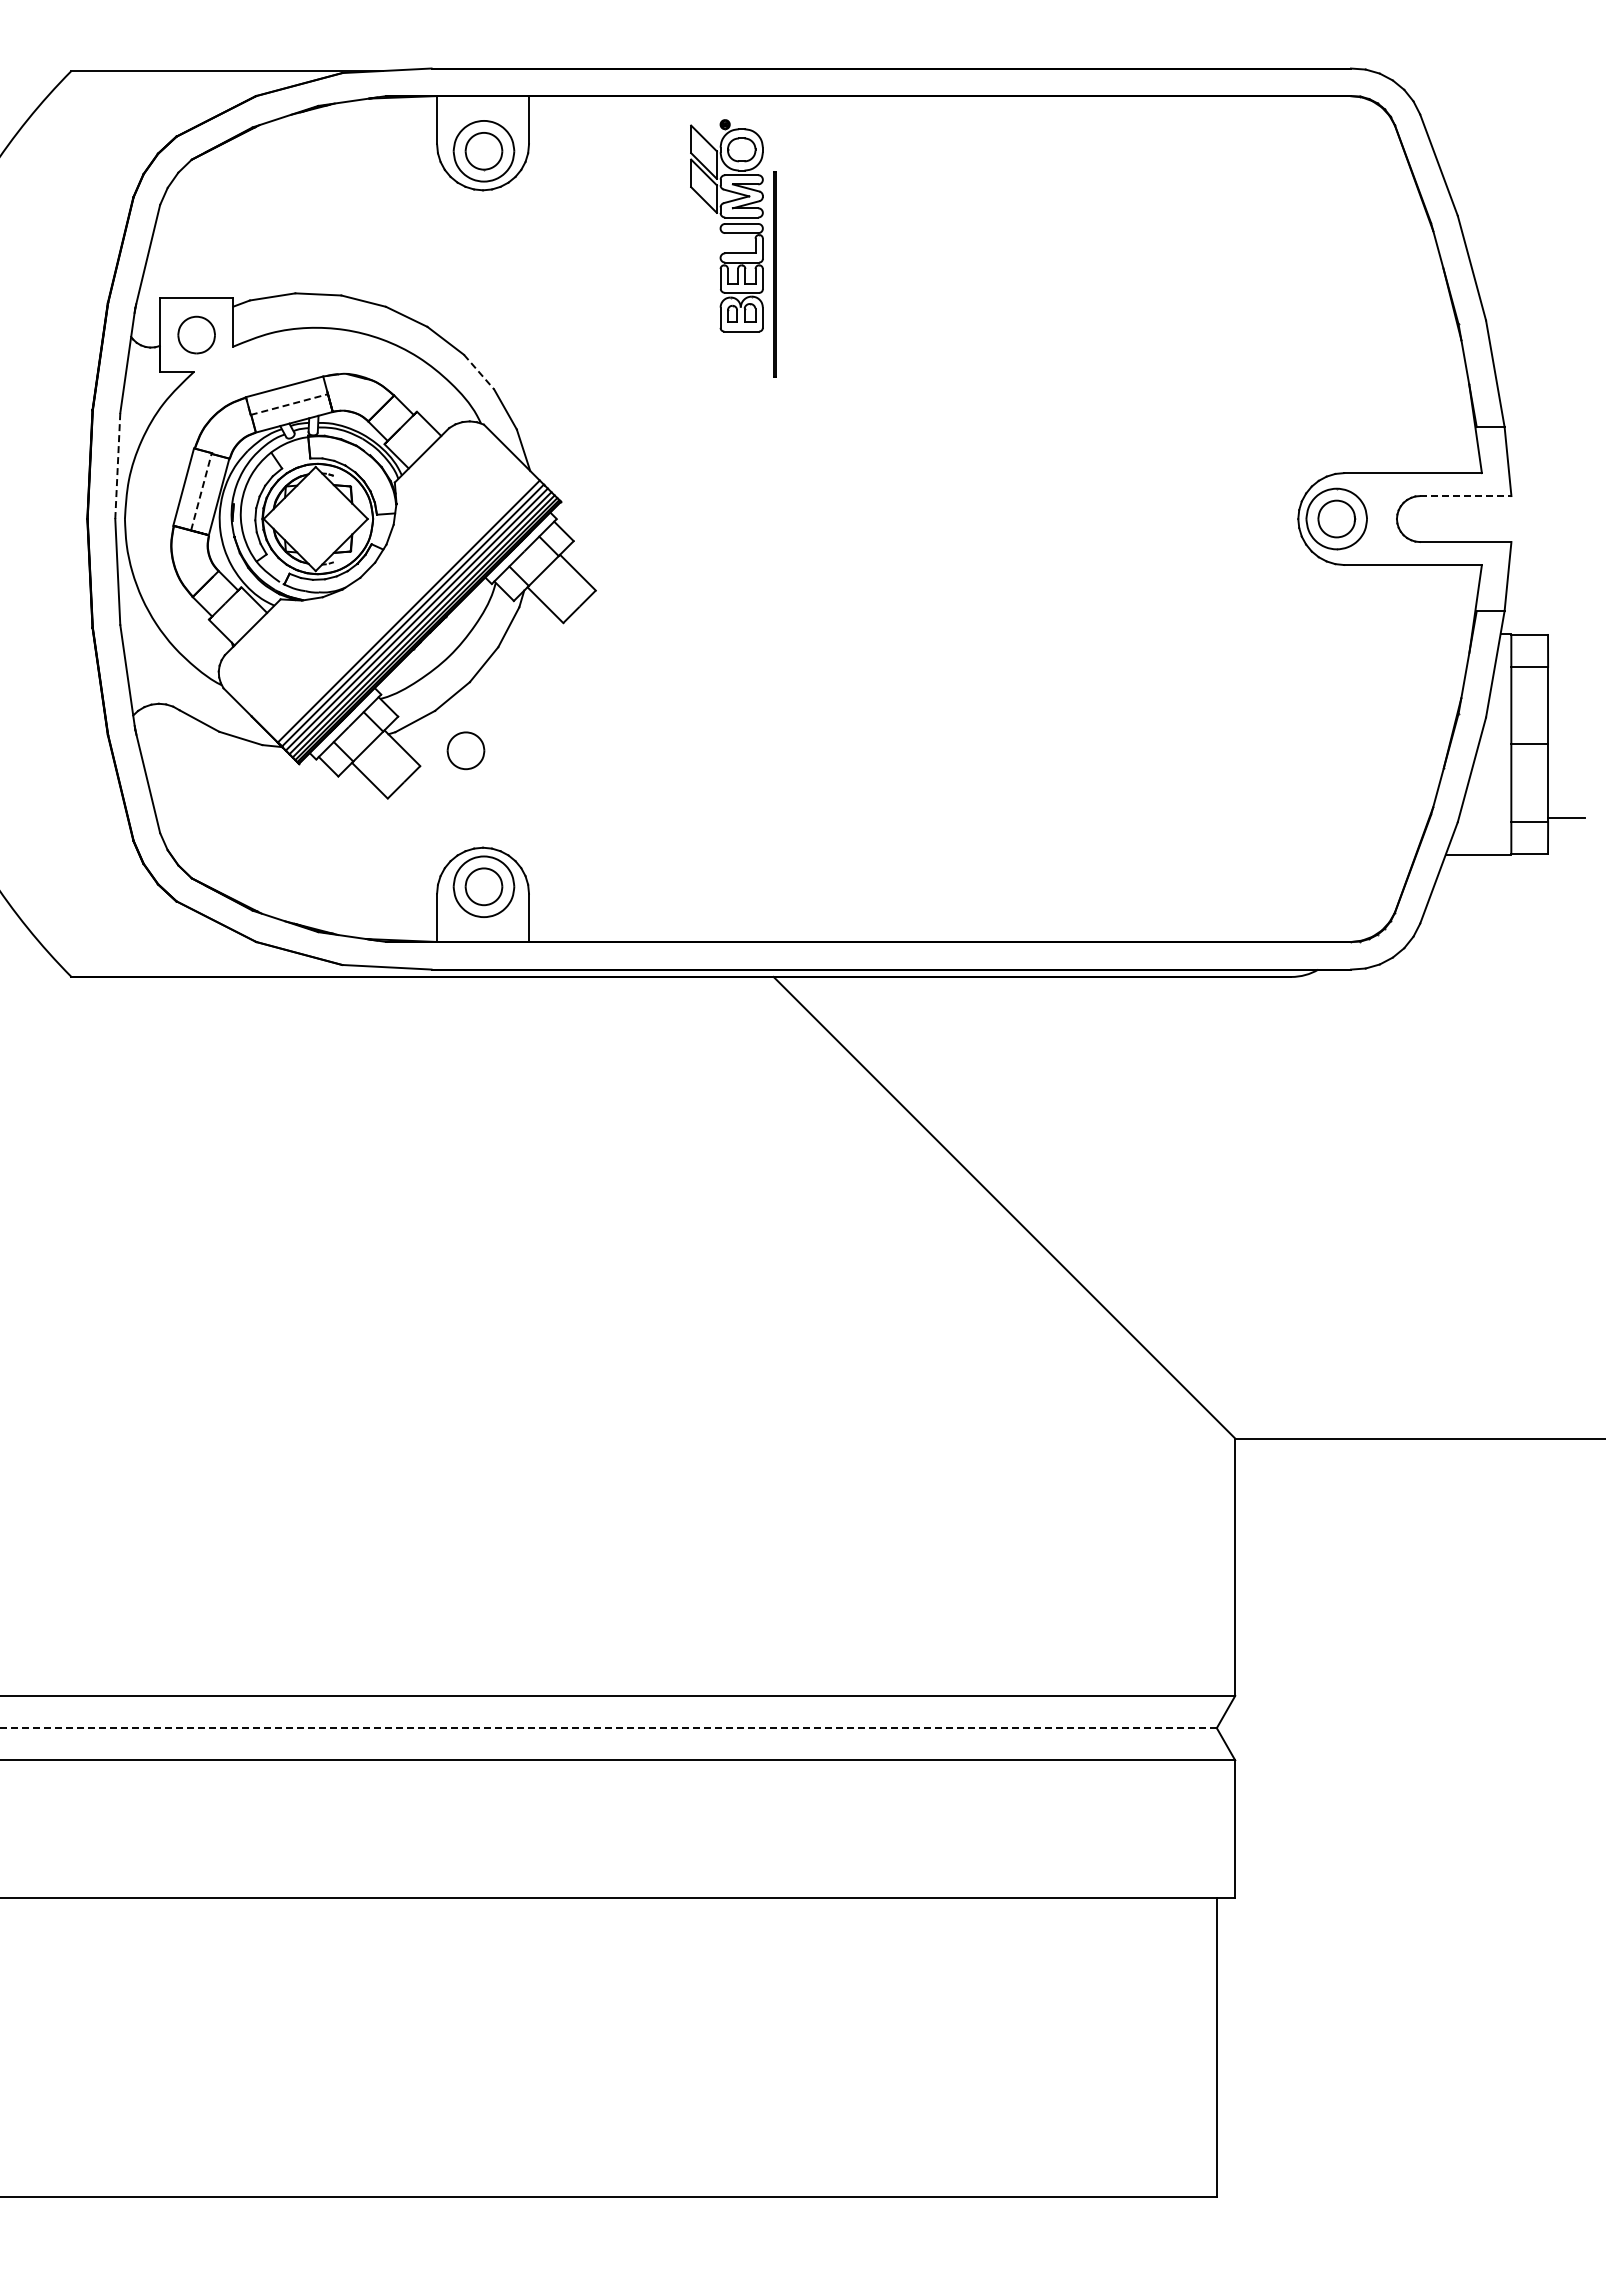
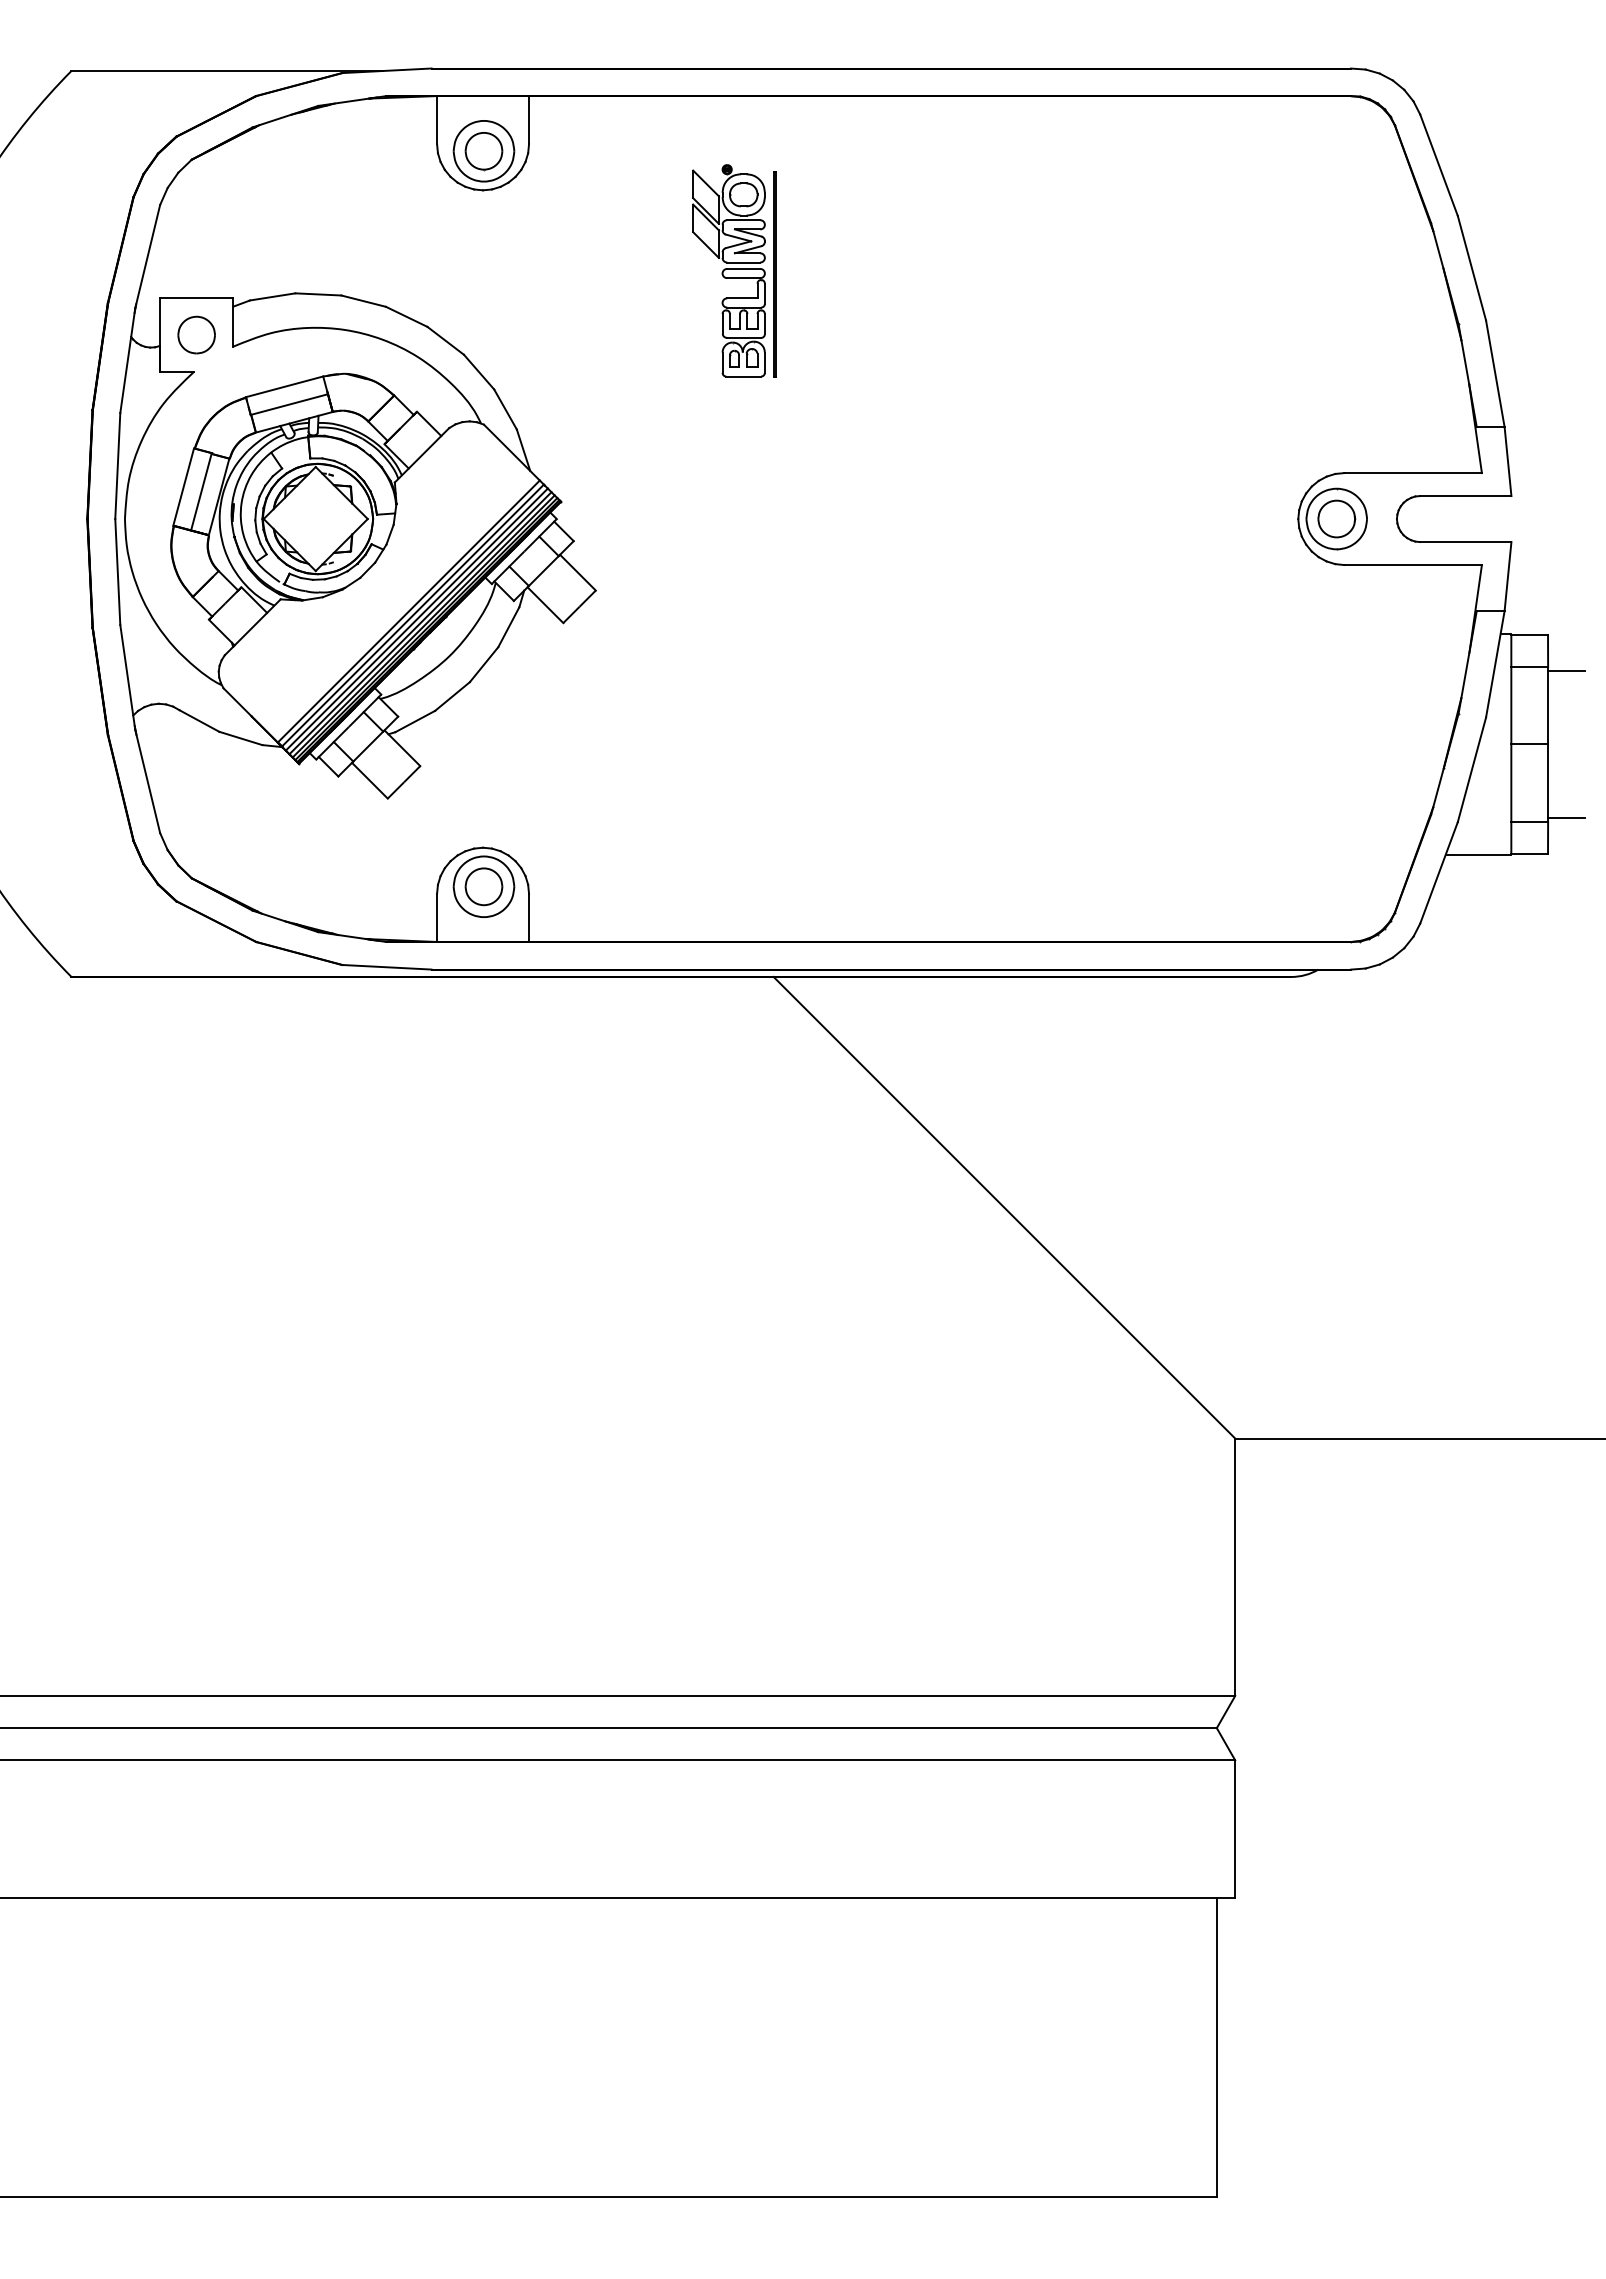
part at (726, 225) position: (726, 225) -> (728, 270)
line at (479, 372): dashed -> solid
line at (289, 404): dashed -> solid
line at (117, 465): dashed -> solid
line at (201, 491): dashed -> solid
line at (1465, 496): dashed -> solid
line at (1566, 670): none -> present
part at (465, 750): present -> none
line at (608, 1728): dashed -> solid
